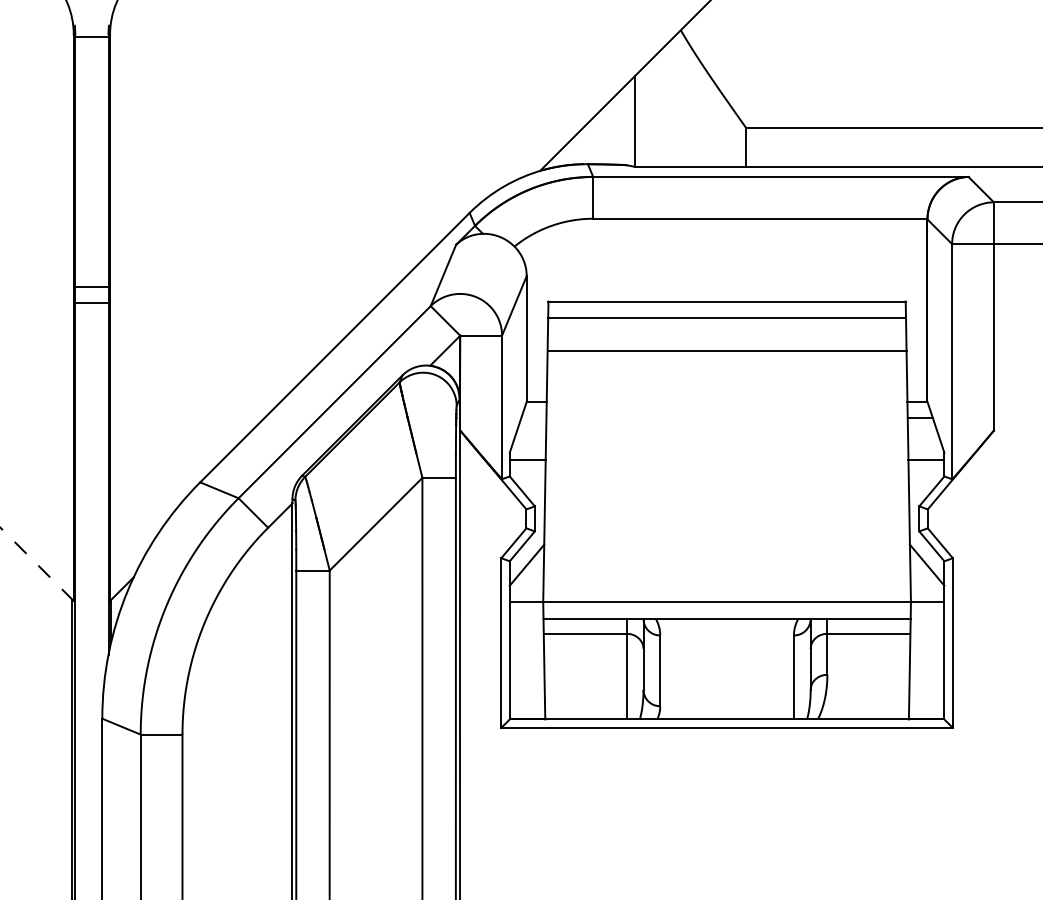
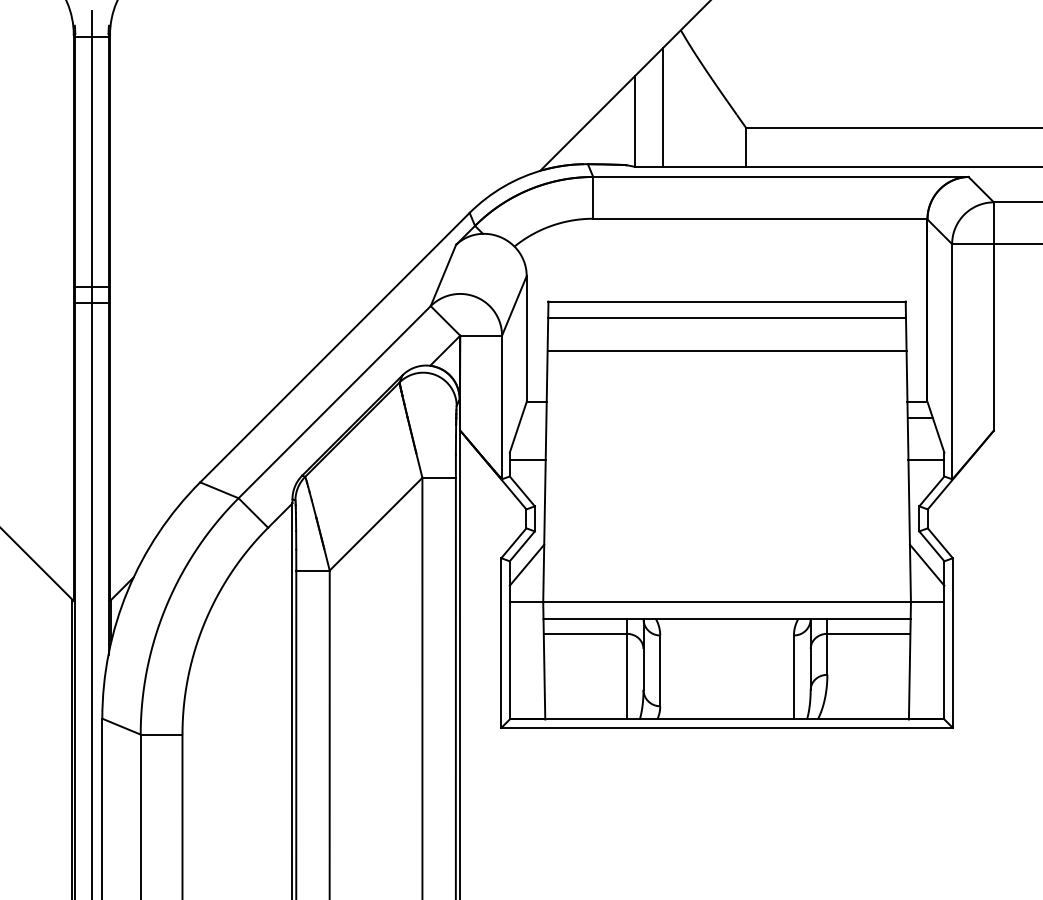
line at (662, 107): none -> present
line at (91, 453): none -> present
line at (37, 564): dashed -> solid
